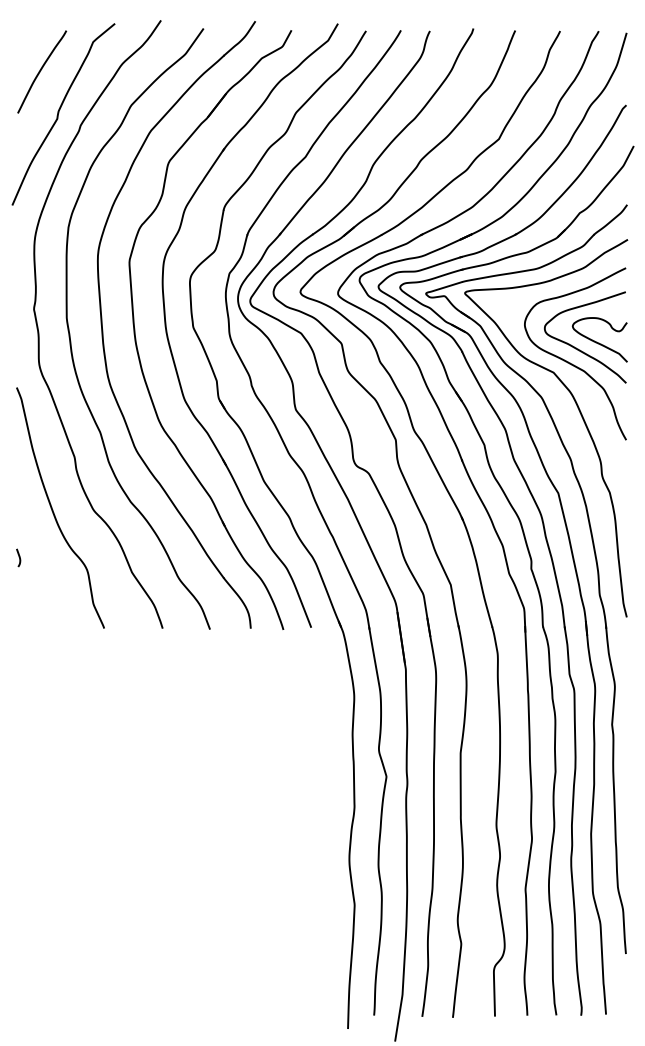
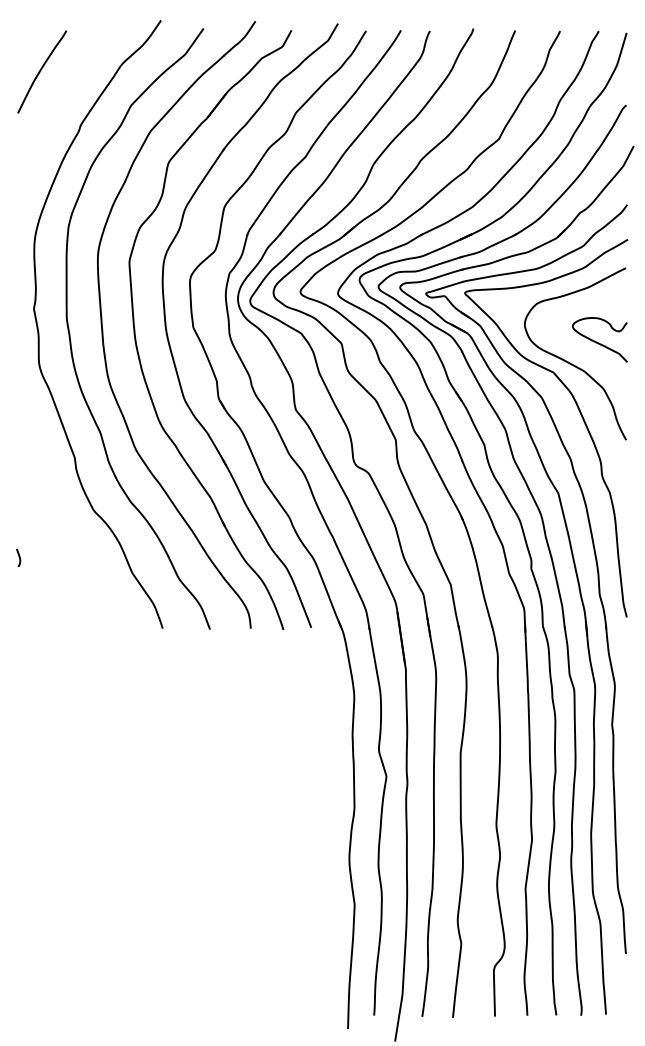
curve at (59, 113): present -> none
curve at (578, 348): present -> none
curve at (53, 509): present -> none
